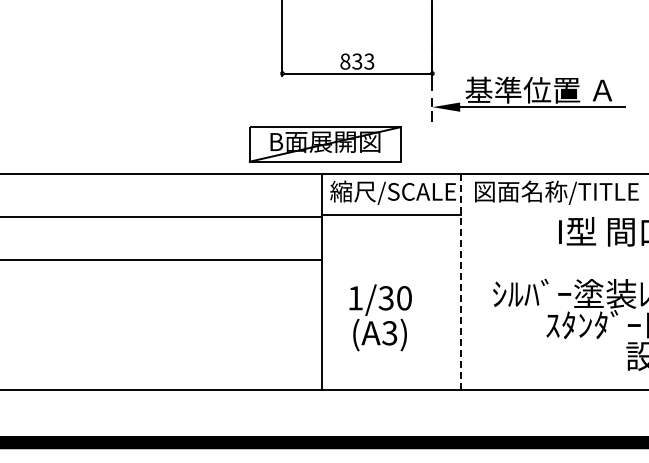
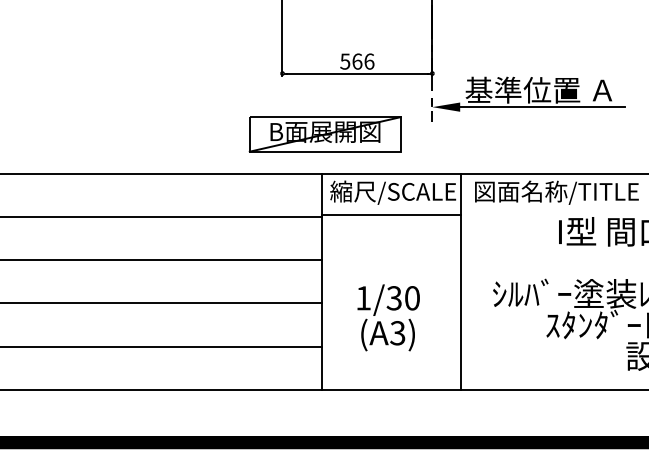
text at (357, 61): 833 -> 566
part at (324, 144) position: (324, 144) -> (324, 134)
line at (460, 282): dashed -> solid
line at (161, 303): none -> present
text at (380, 317) position: (380, 317) -> (388, 317)
line at (161, 346): none -> present
